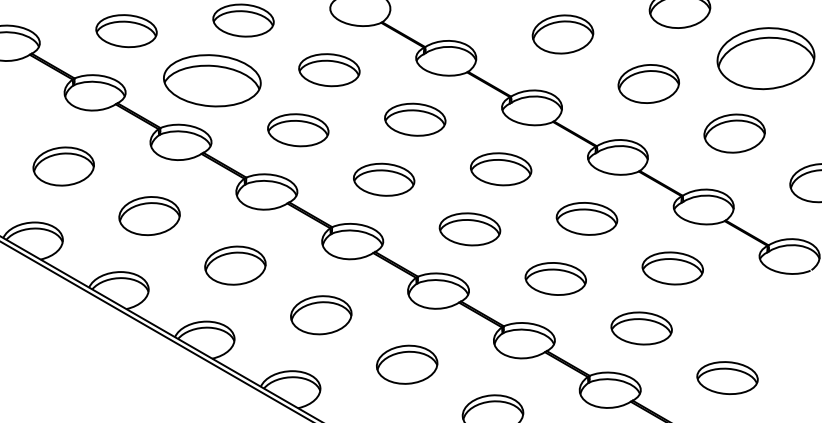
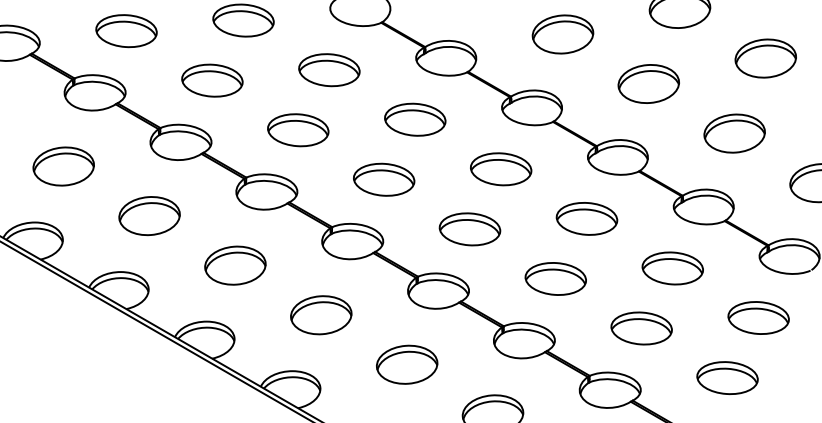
part at (765, 58) size: 100x64 px -> 63x41 px
part at (212, 80) size: 99x54 px -> 63x35 px
part at (758, 317): none -> present
